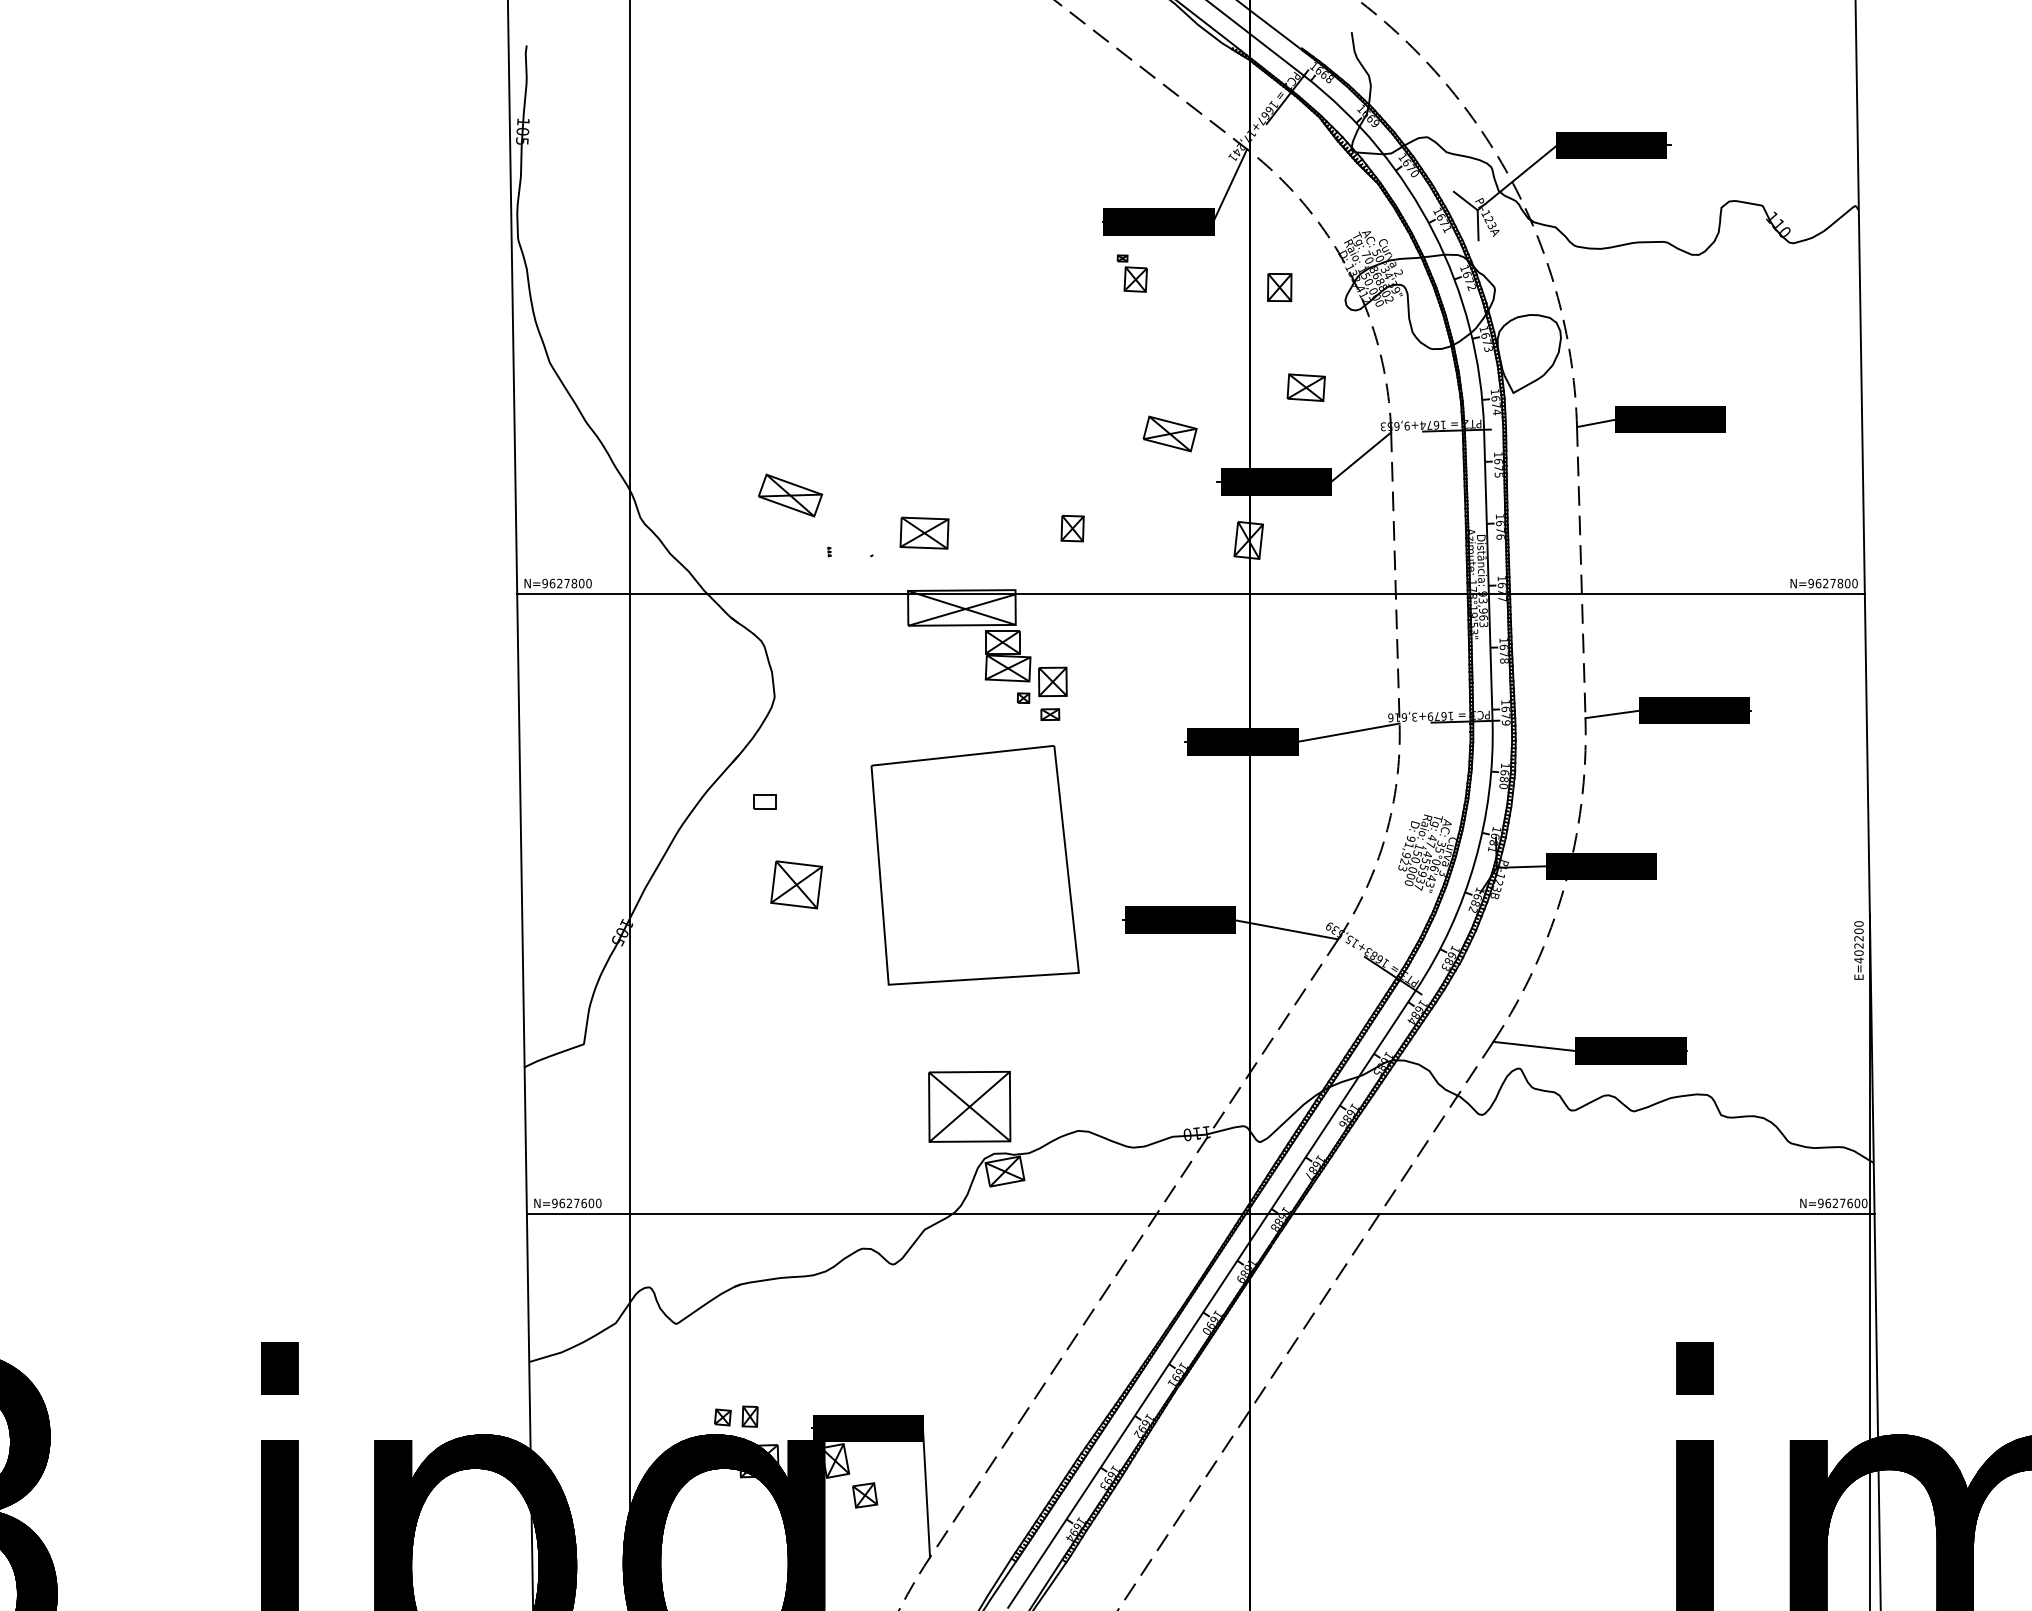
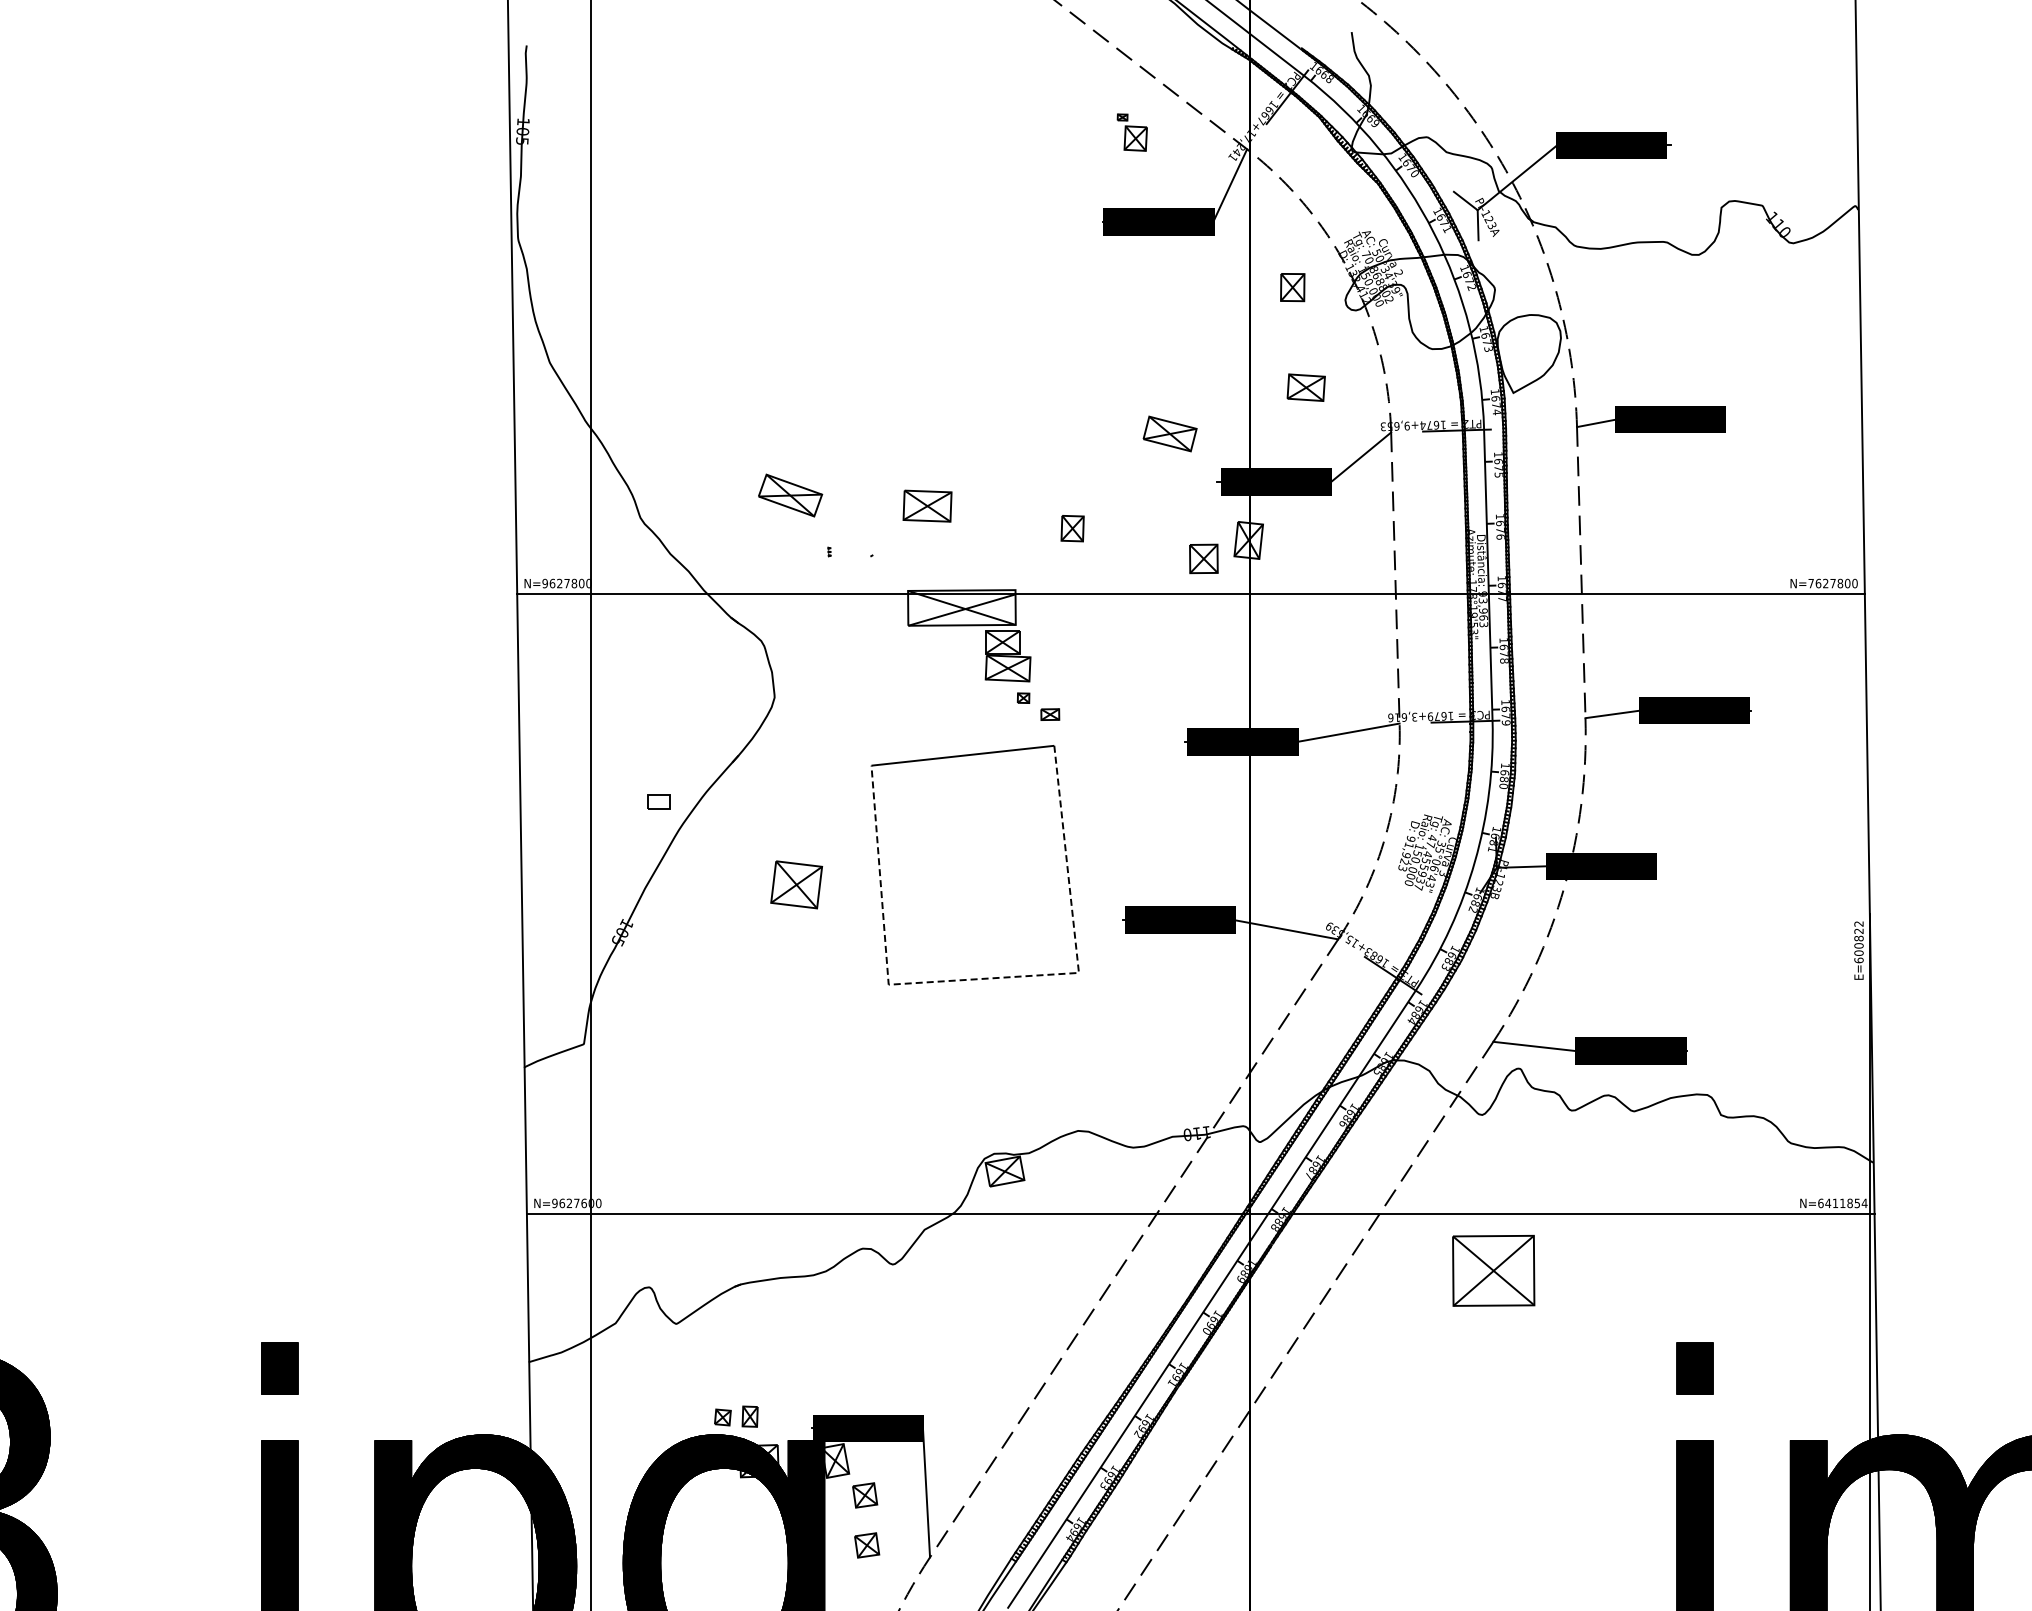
part at (1131, 273) position: (1131, 273) -> (1131, 132)
part at (1279, 287) position: (1279, 287) -> (1292, 287)
part at (924, 532) position: (924, 532) -> (927, 505)
text at (1810, 583): N=9627800 -> N=7627800
part at (1052, 681) position: (1052, 681) -> (1203, 558)
part at (764, 801) position: (764, 801) -> (658, 801)
line at (630, 804) position: (630, 804) -> (591, 804)
text at (1858, 942): E=402200 -> E=600822
line at (988, 978): solid -> dashed
part at (969, 1106) position: (969, 1106) -> (1493, 1270)
text at (1842, 1203): N=9627600 -> N=6411854
part at (867, 1545): none -> present
